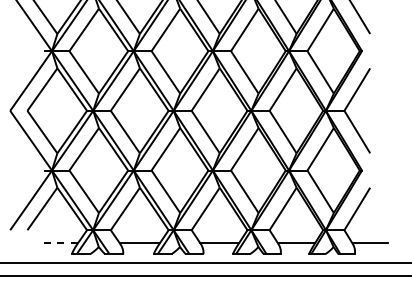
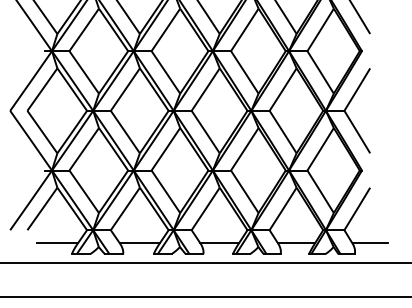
line at (57, 243): dashed -> solid
line at (205, 275) position: (205, 275) -> (205, 296)
